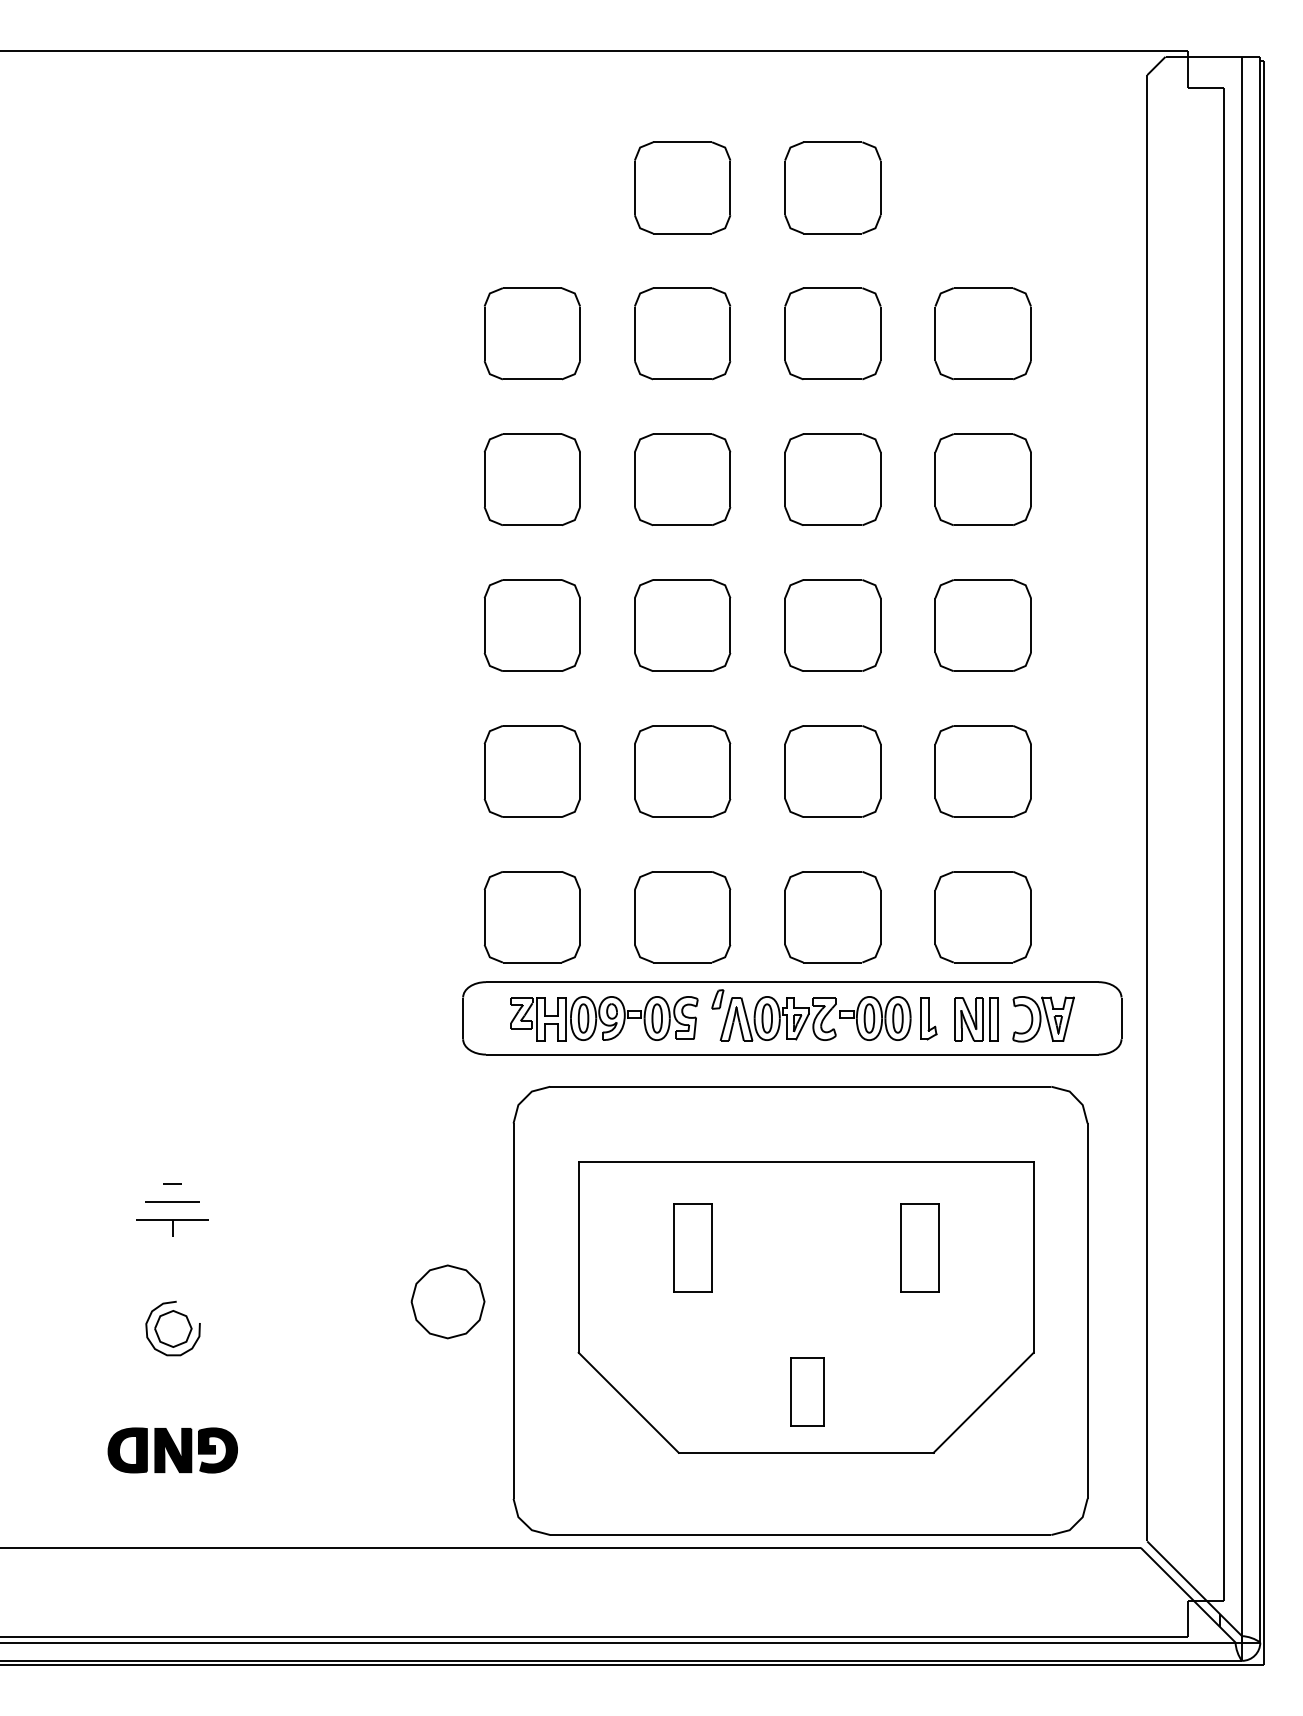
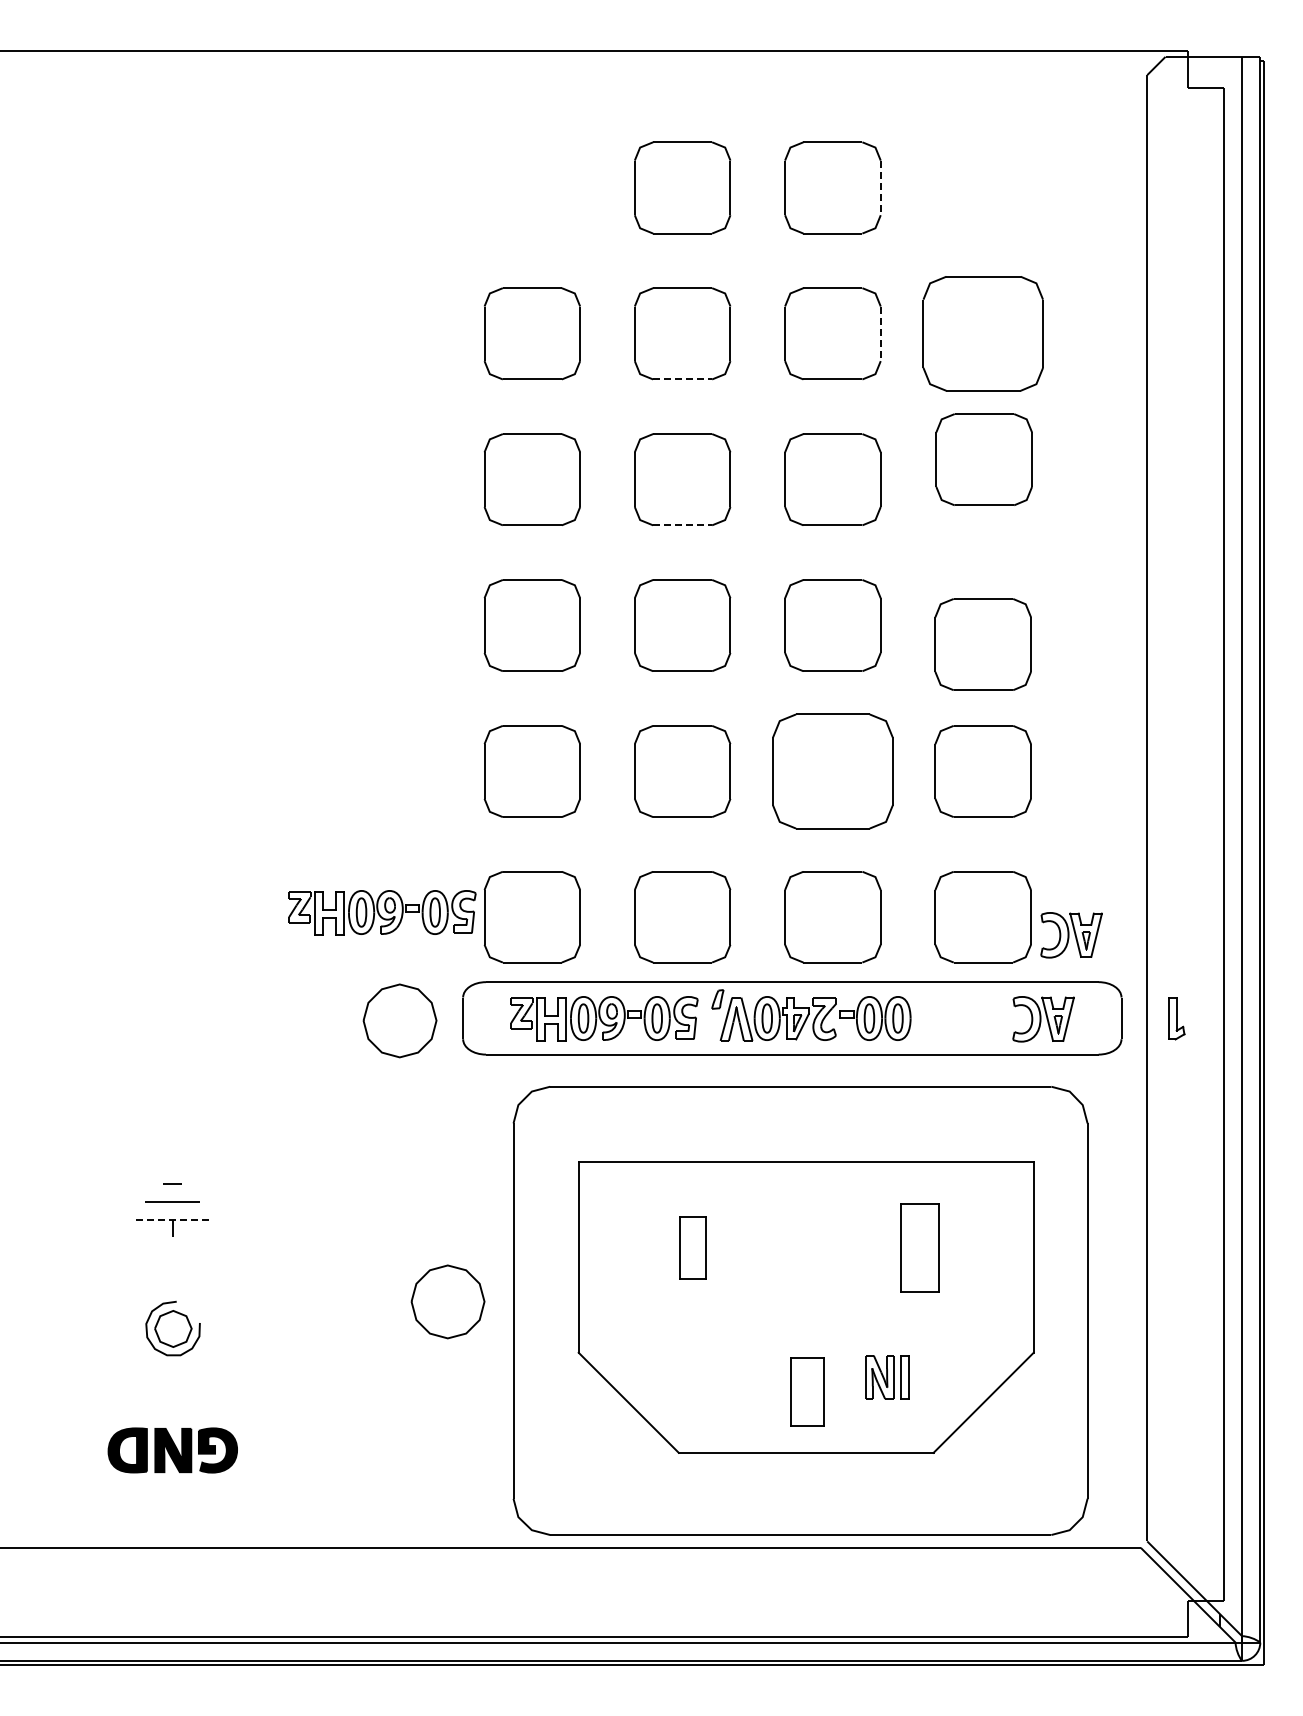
line at (880, 188): solid -> dashed
part at (982, 333) size: 98x94 px -> 122x116 px
line at (880, 334): solid -> dashed
line at (683, 379): solid -> dashed
part at (982, 479) position: (982, 479) -> (983, 459)
line at (683, 525): solid -> dashed
part at (982, 625) position: (982, 625) -> (982, 644)
part at (832, 771) size: 98x93 px -> 122x117 px
part at (382, 912): none -> present
part at (1071, 935): none -> present
part at (928, 1018) position: (928, 1018) -> (1176, 1018)
part at (976, 1019) position: (976, 1019) -> (887, 1377)
part at (399, 1020): none -> present
line at (171, 1220): solid -> dashed
part at (692, 1247) size: 40x90 px -> 28x64 px
